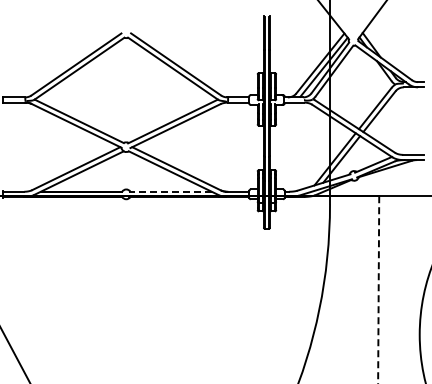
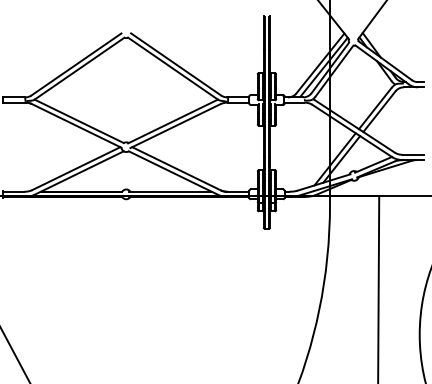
line at (170, 191): dashed -> solid
line at (378, 290): dashed -> solid
